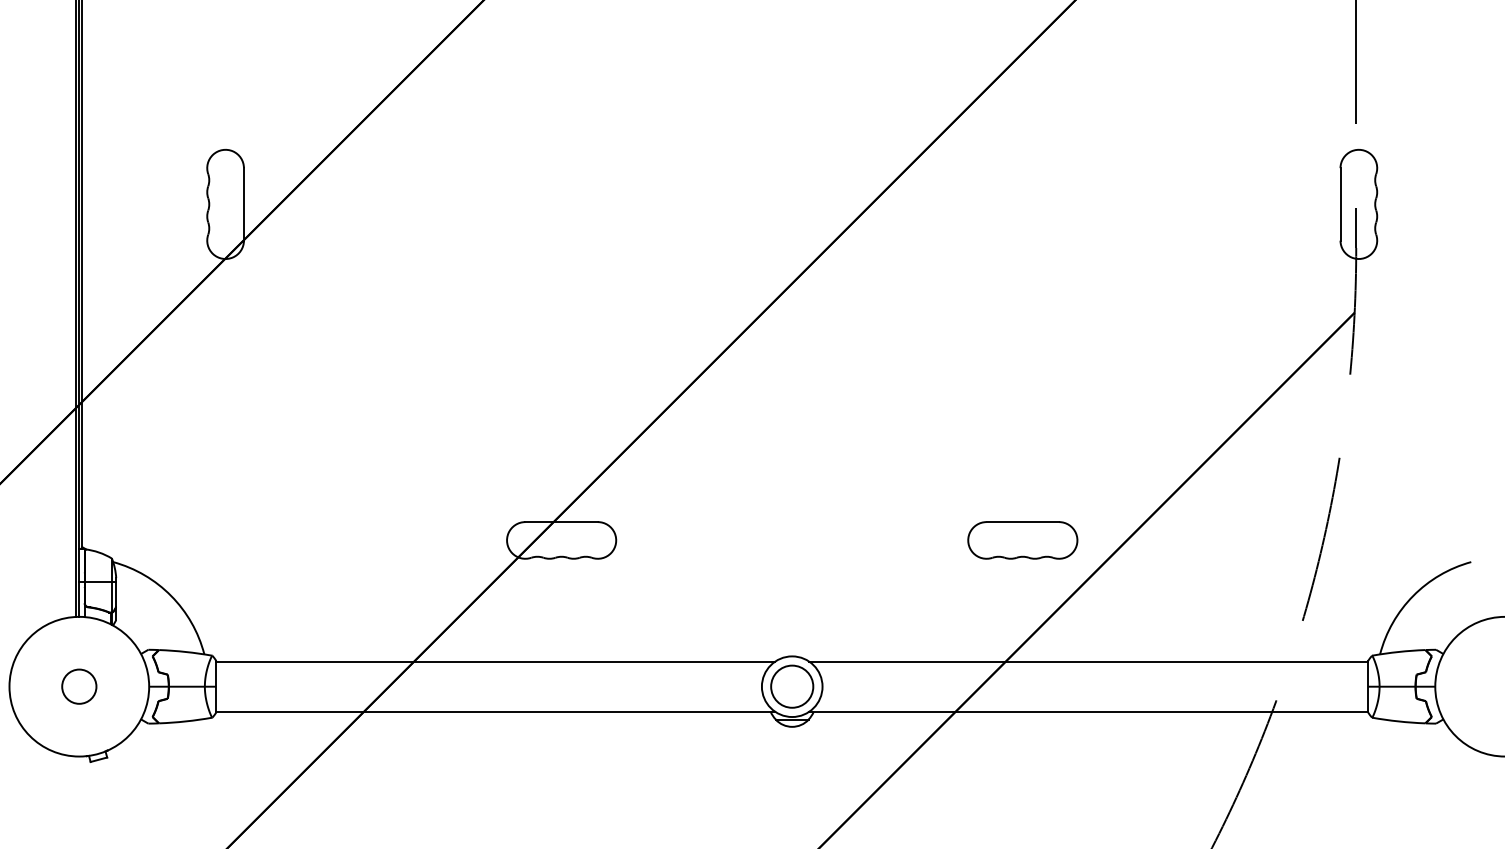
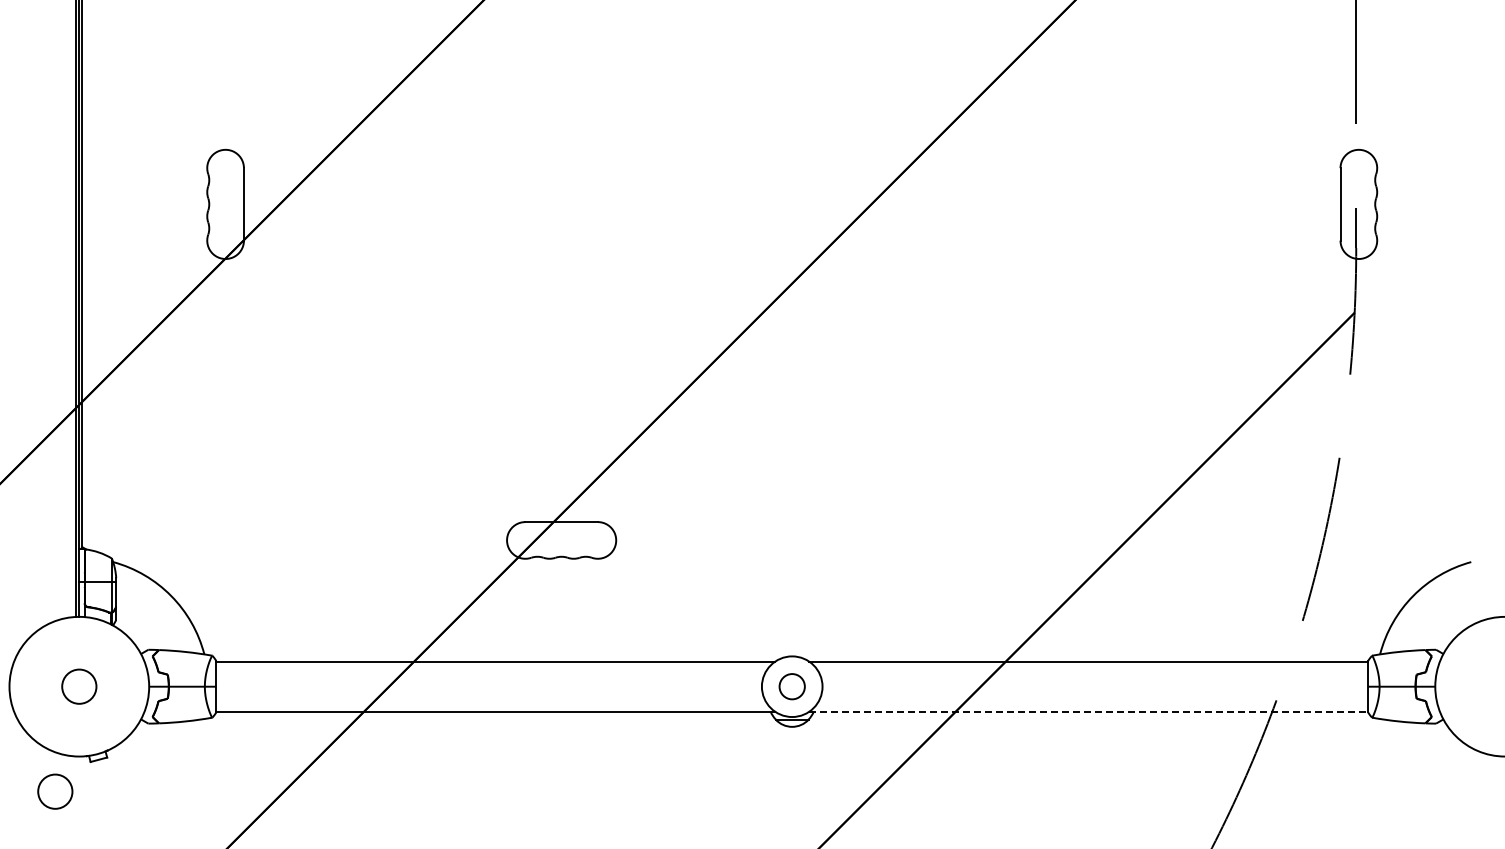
part at (1022, 540): present -> none
circle at (792, 686) diameter: 42 px -> 25 px
line at (1089, 711): solid -> dashed
circle at (55, 791): none -> present
